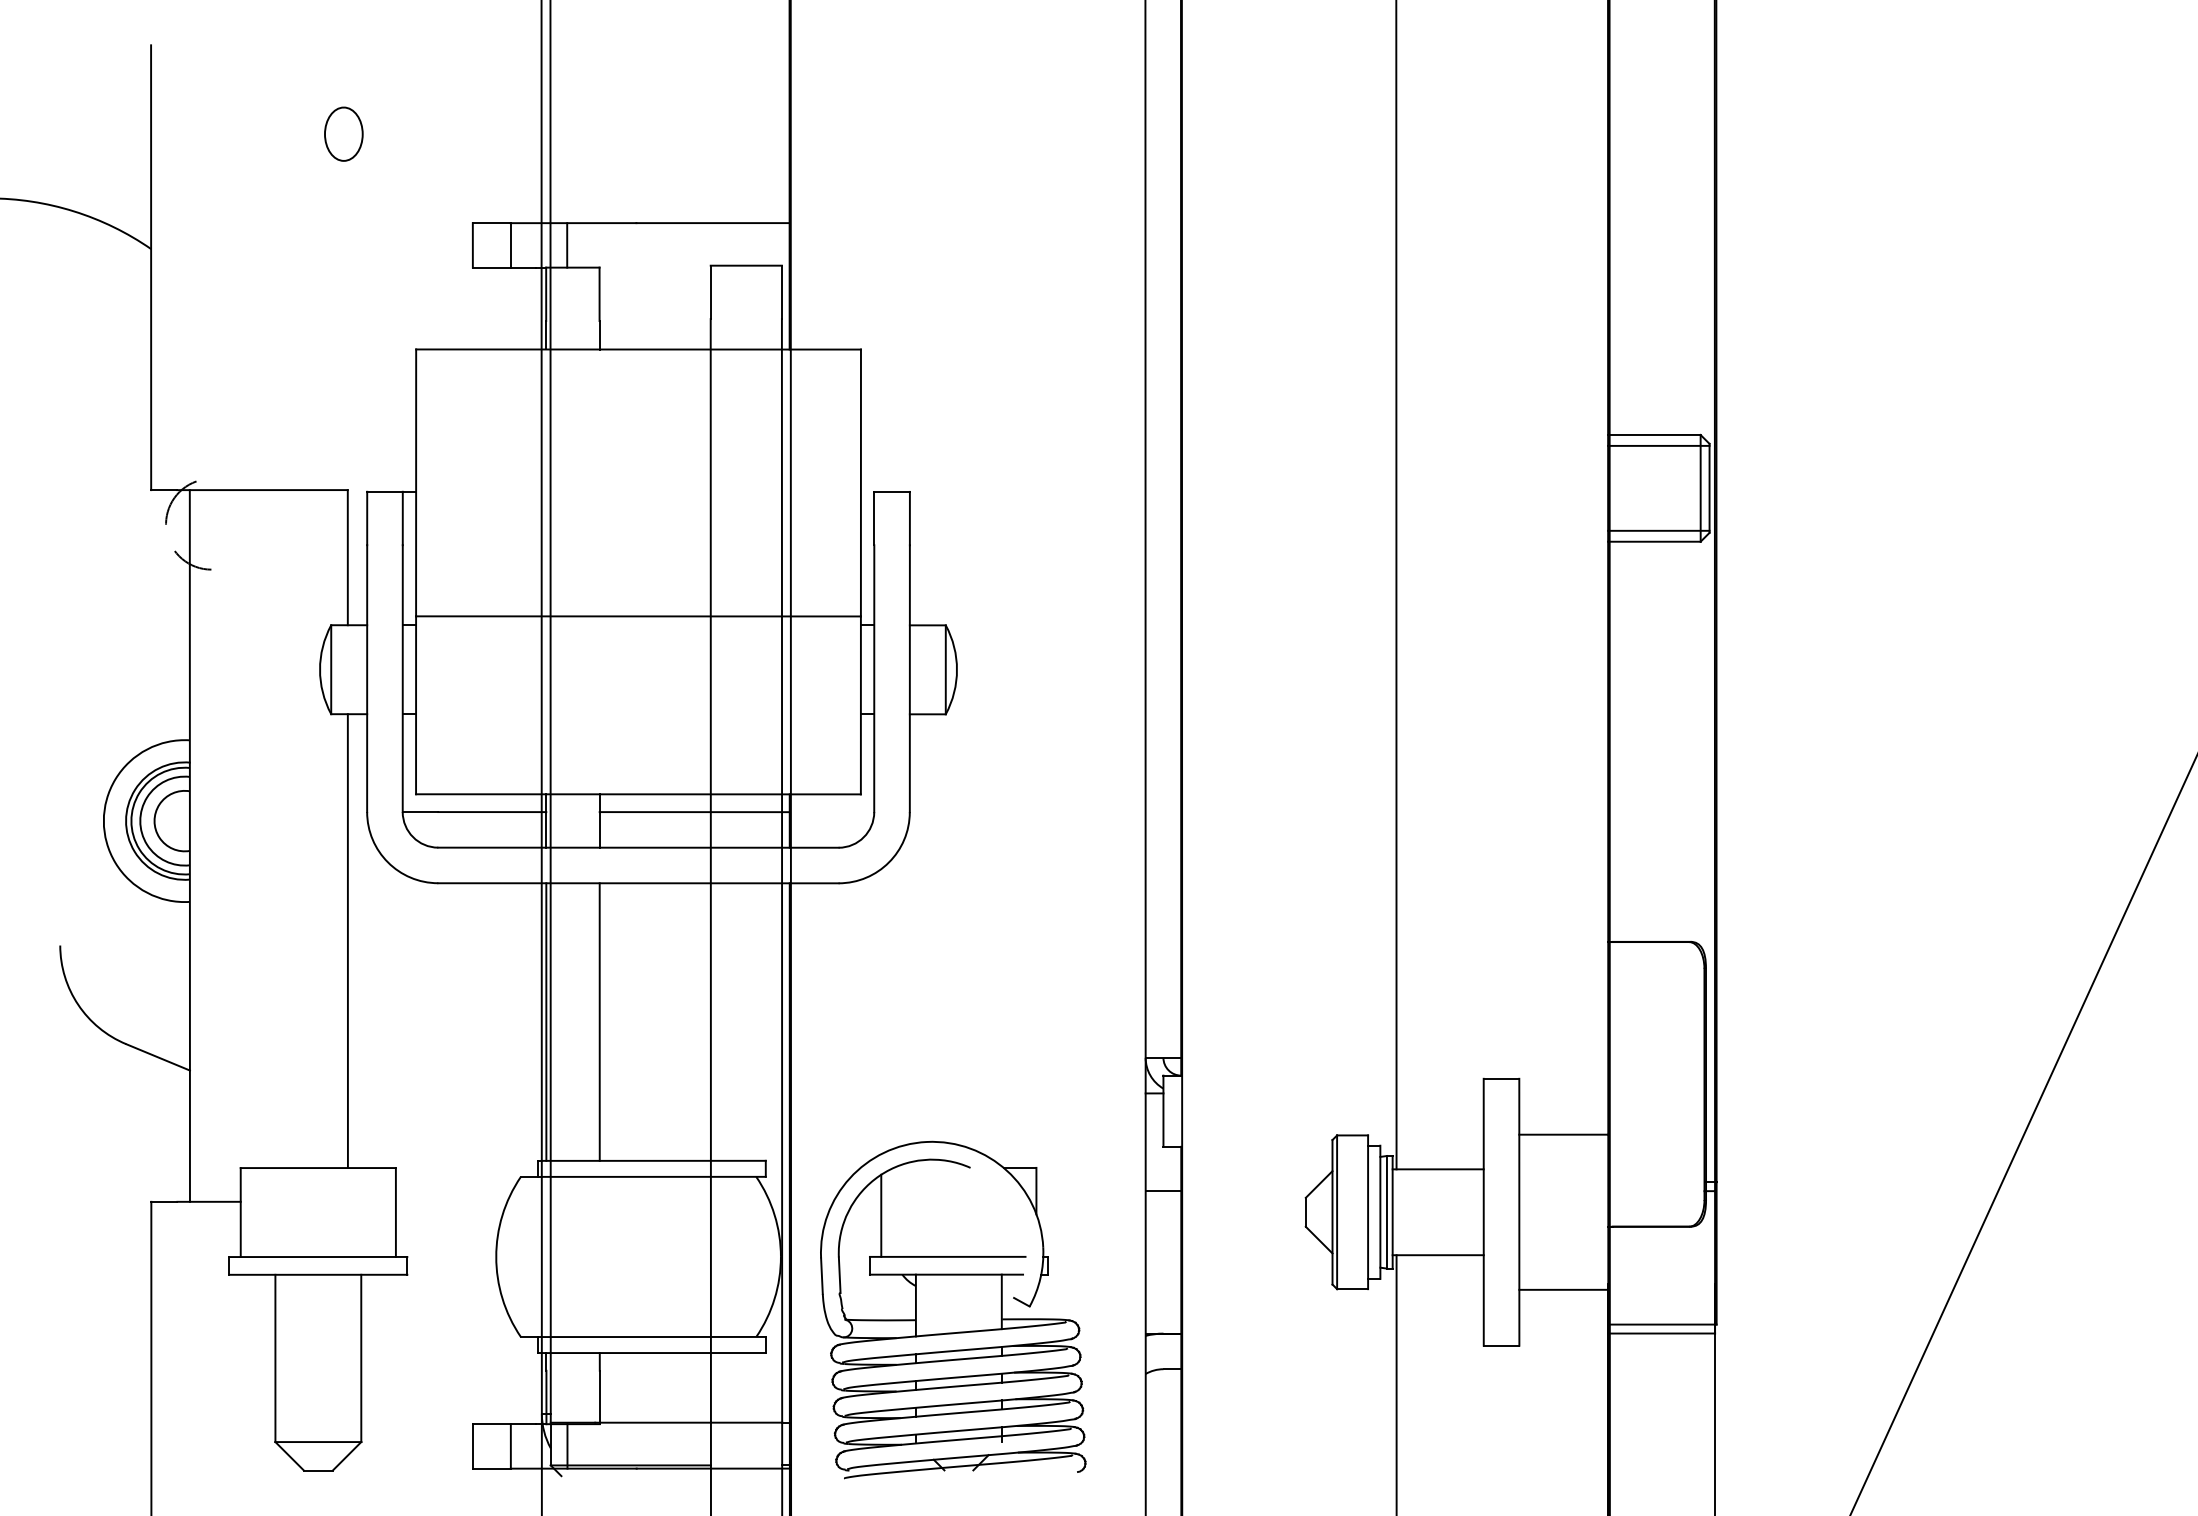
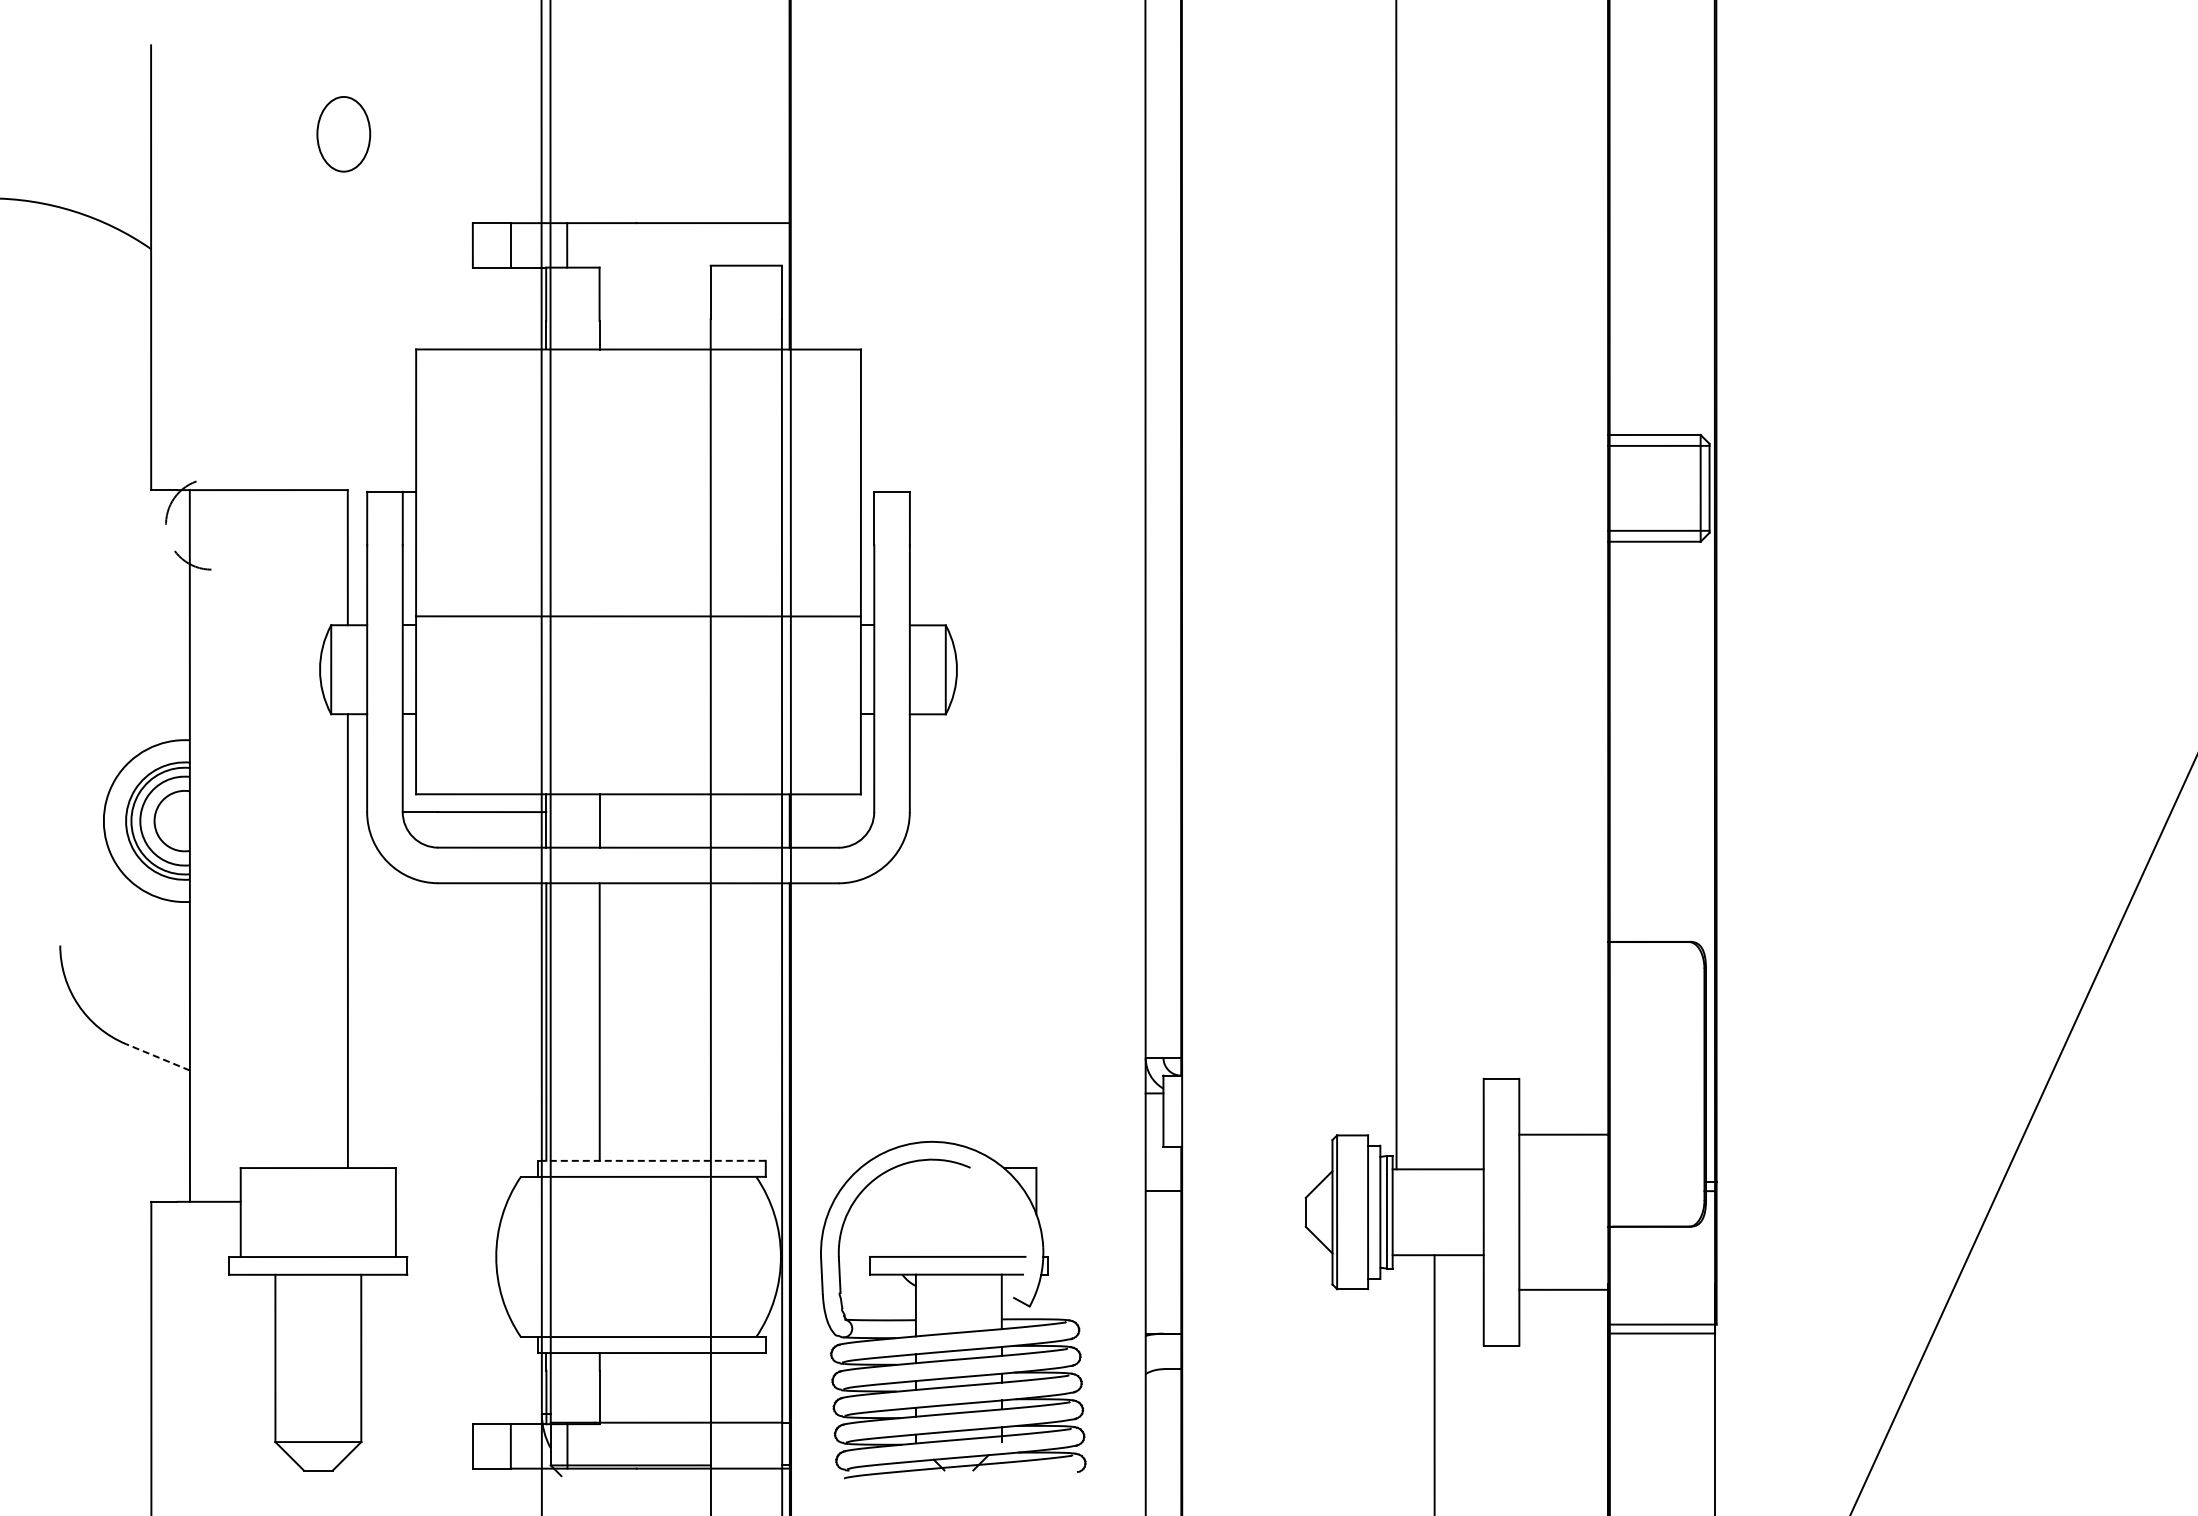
part at (343, 133) size: 40x56 px -> 56x77 px
line at (694, 812): present -> none
line at (158, 1057): solid -> dashed
line at (653, 1160): solid -> dashed
line at (881, 1215): present -> none
line at (1396, 1383) position: (1396, 1383) -> (1434, 1383)
